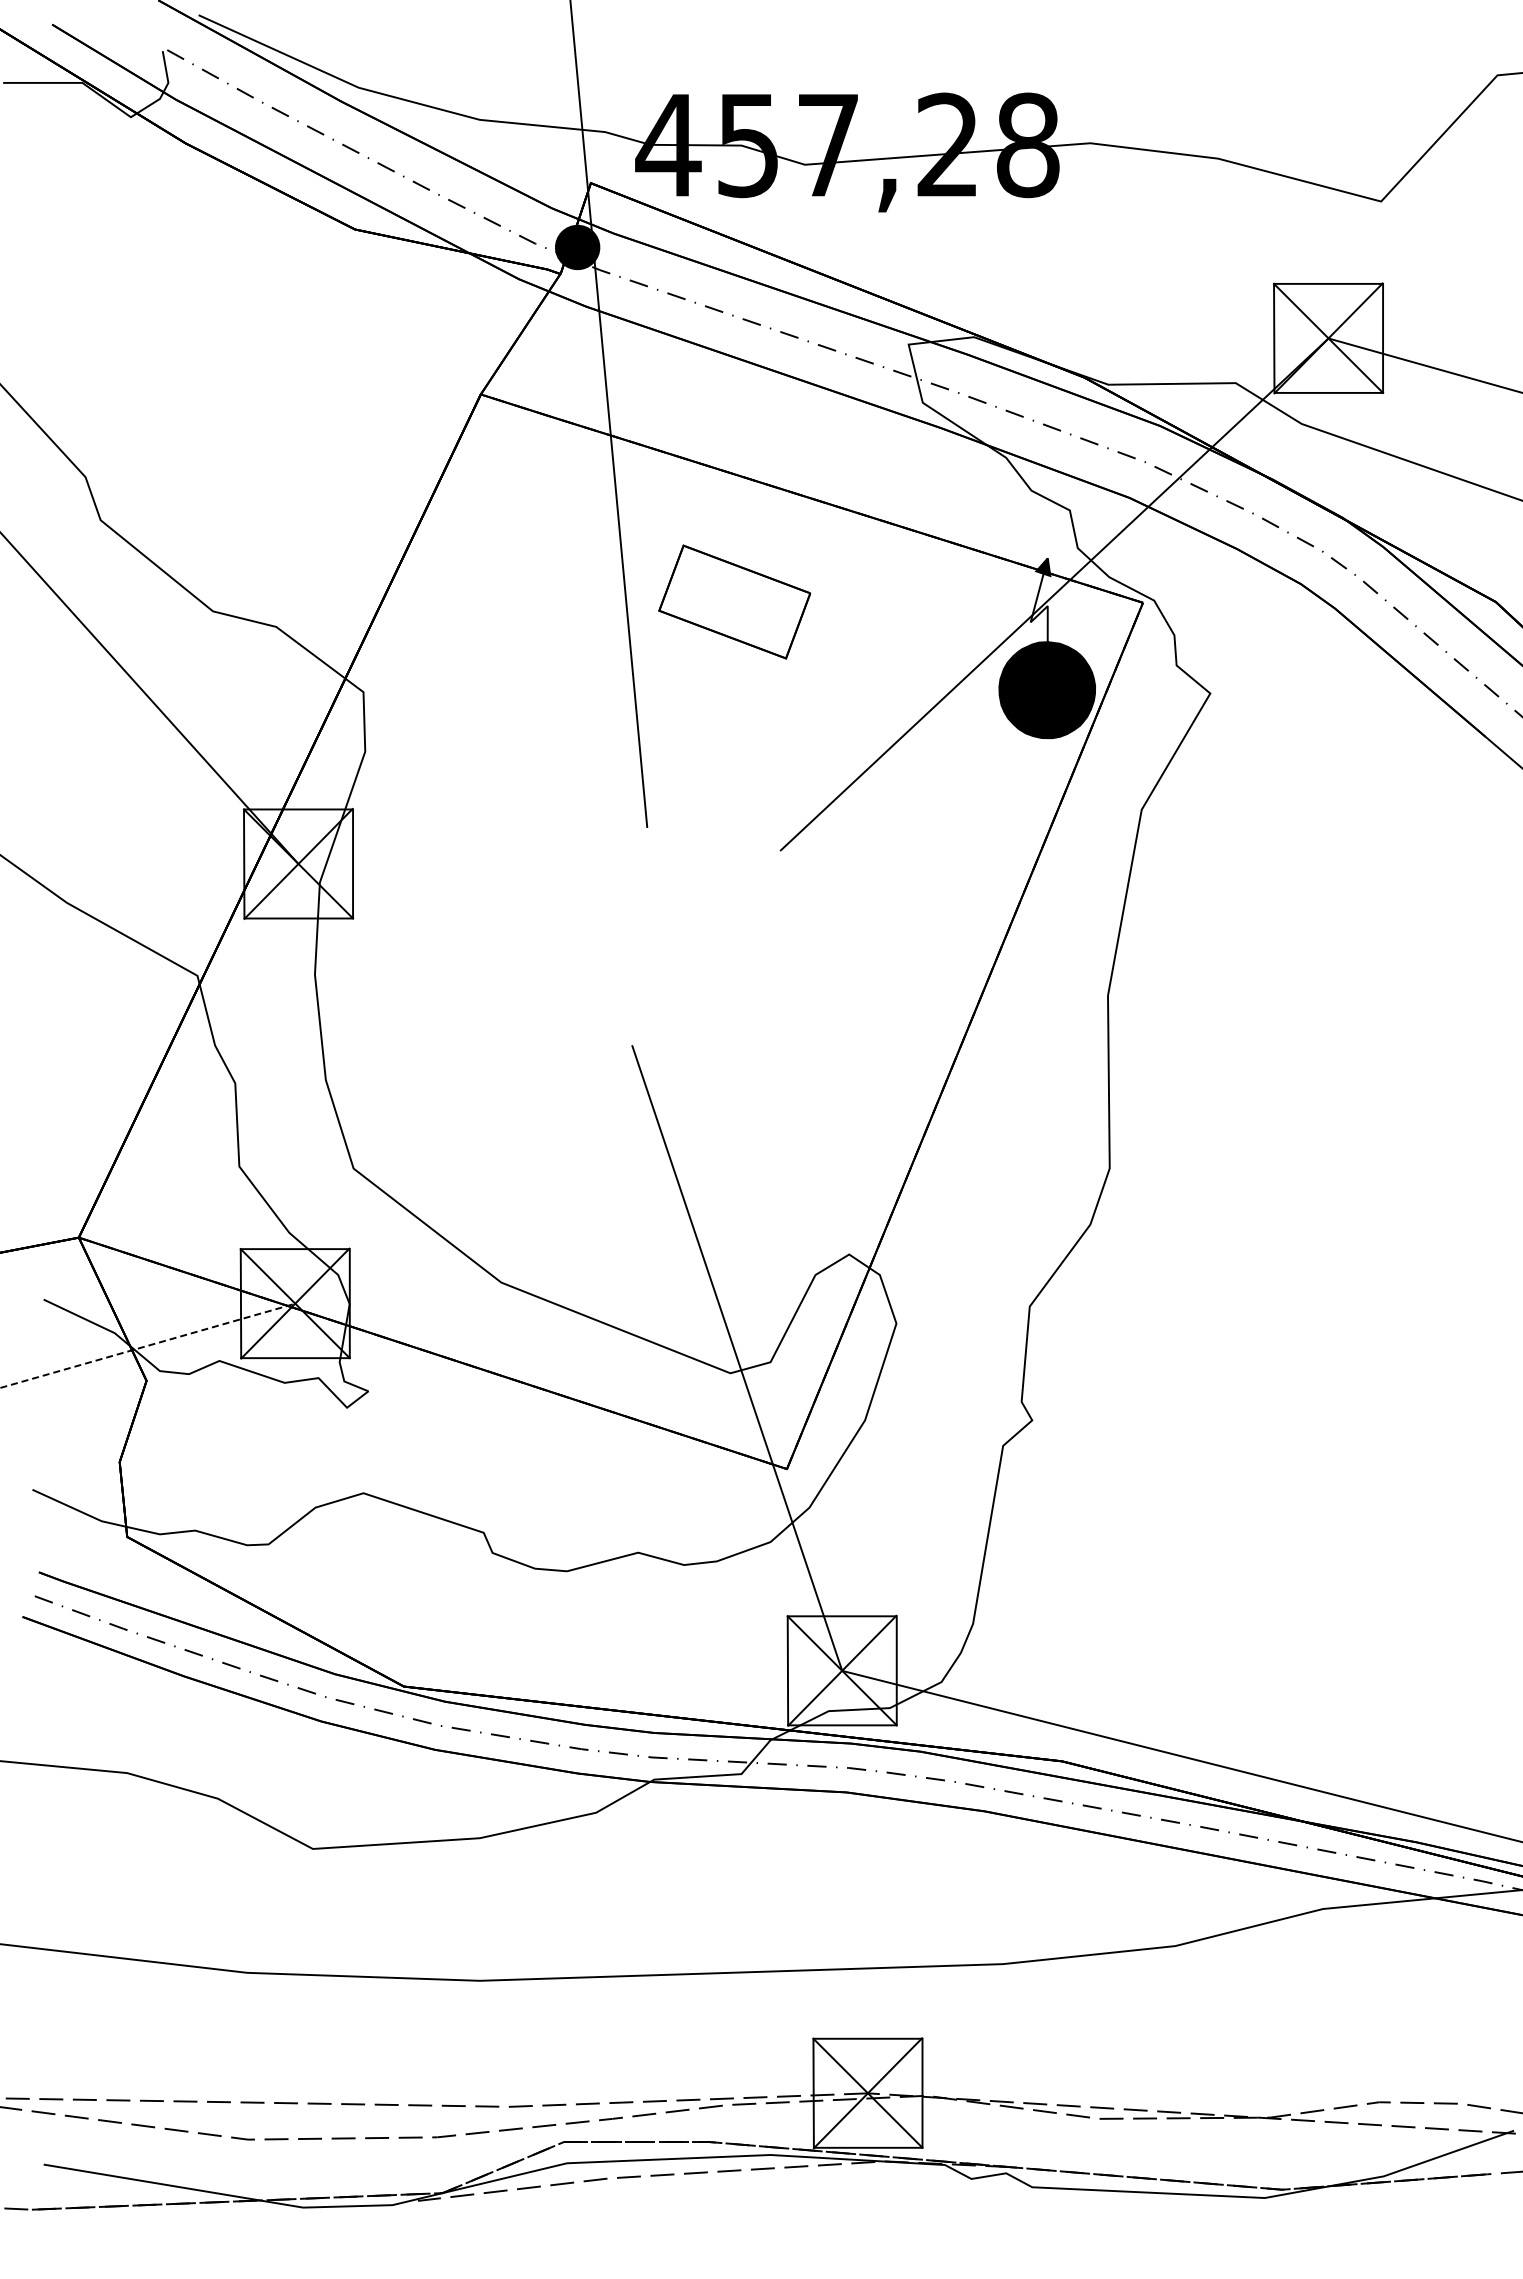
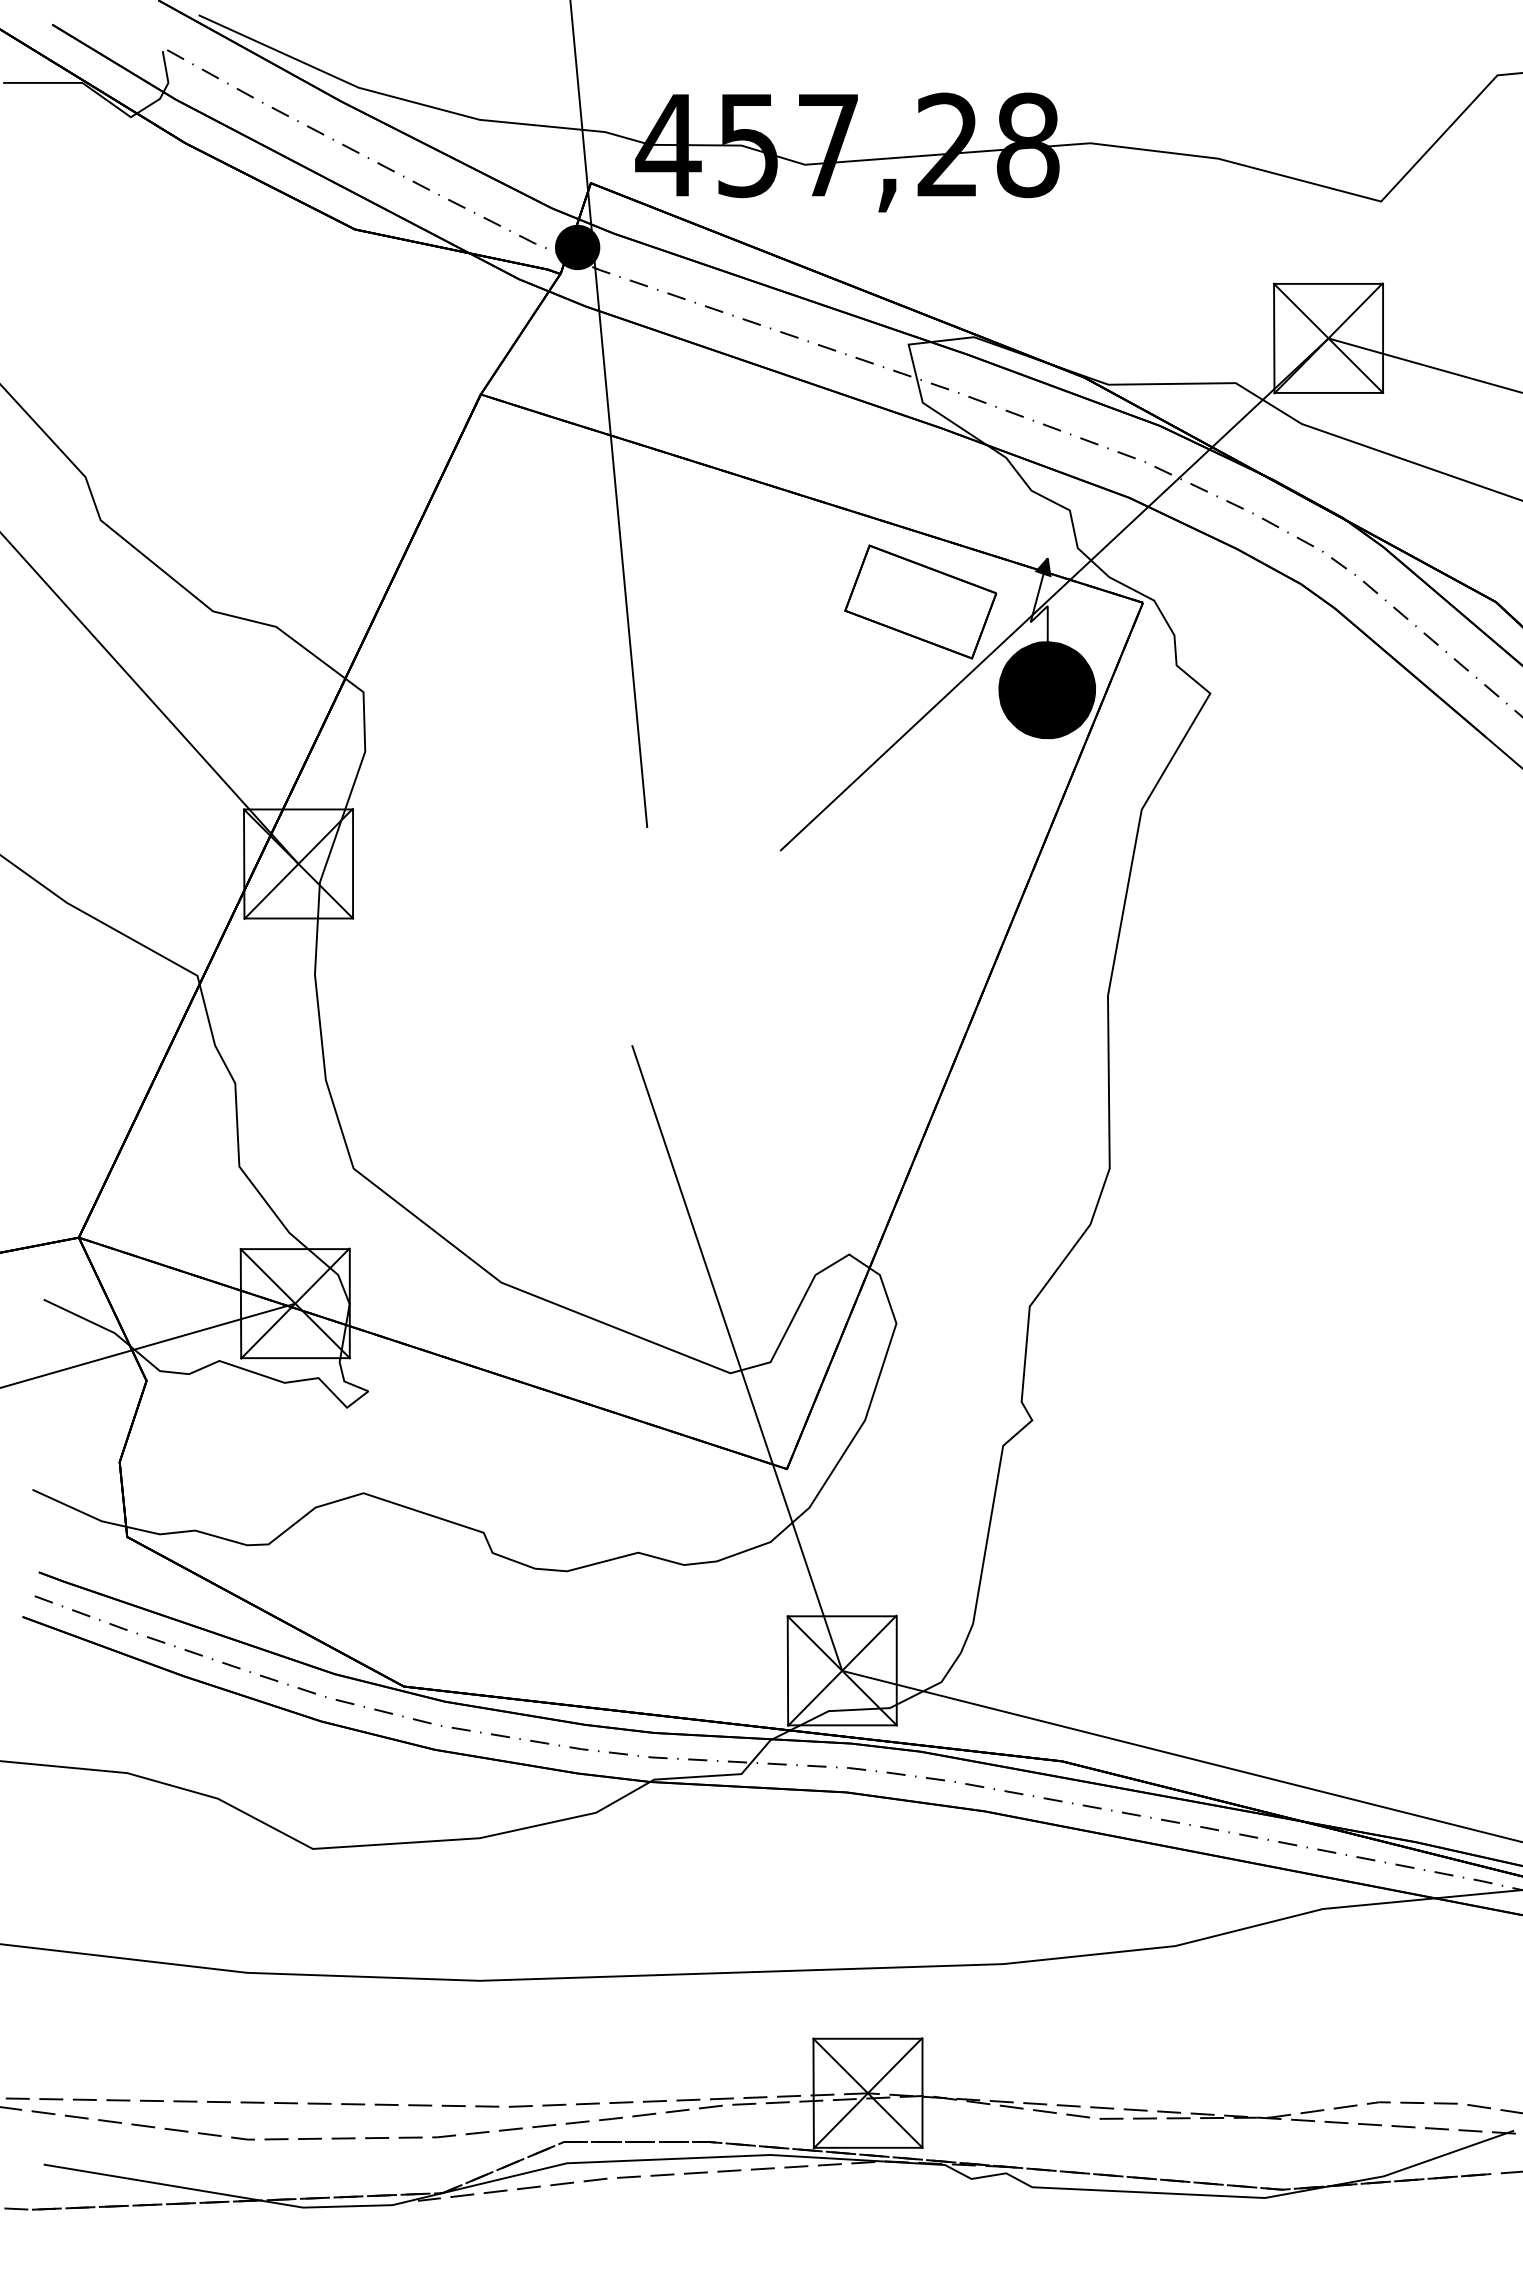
part at (734, 601) position: (734, 601) -> (920, 601)
line at (148, 1345): dashed -> solid
